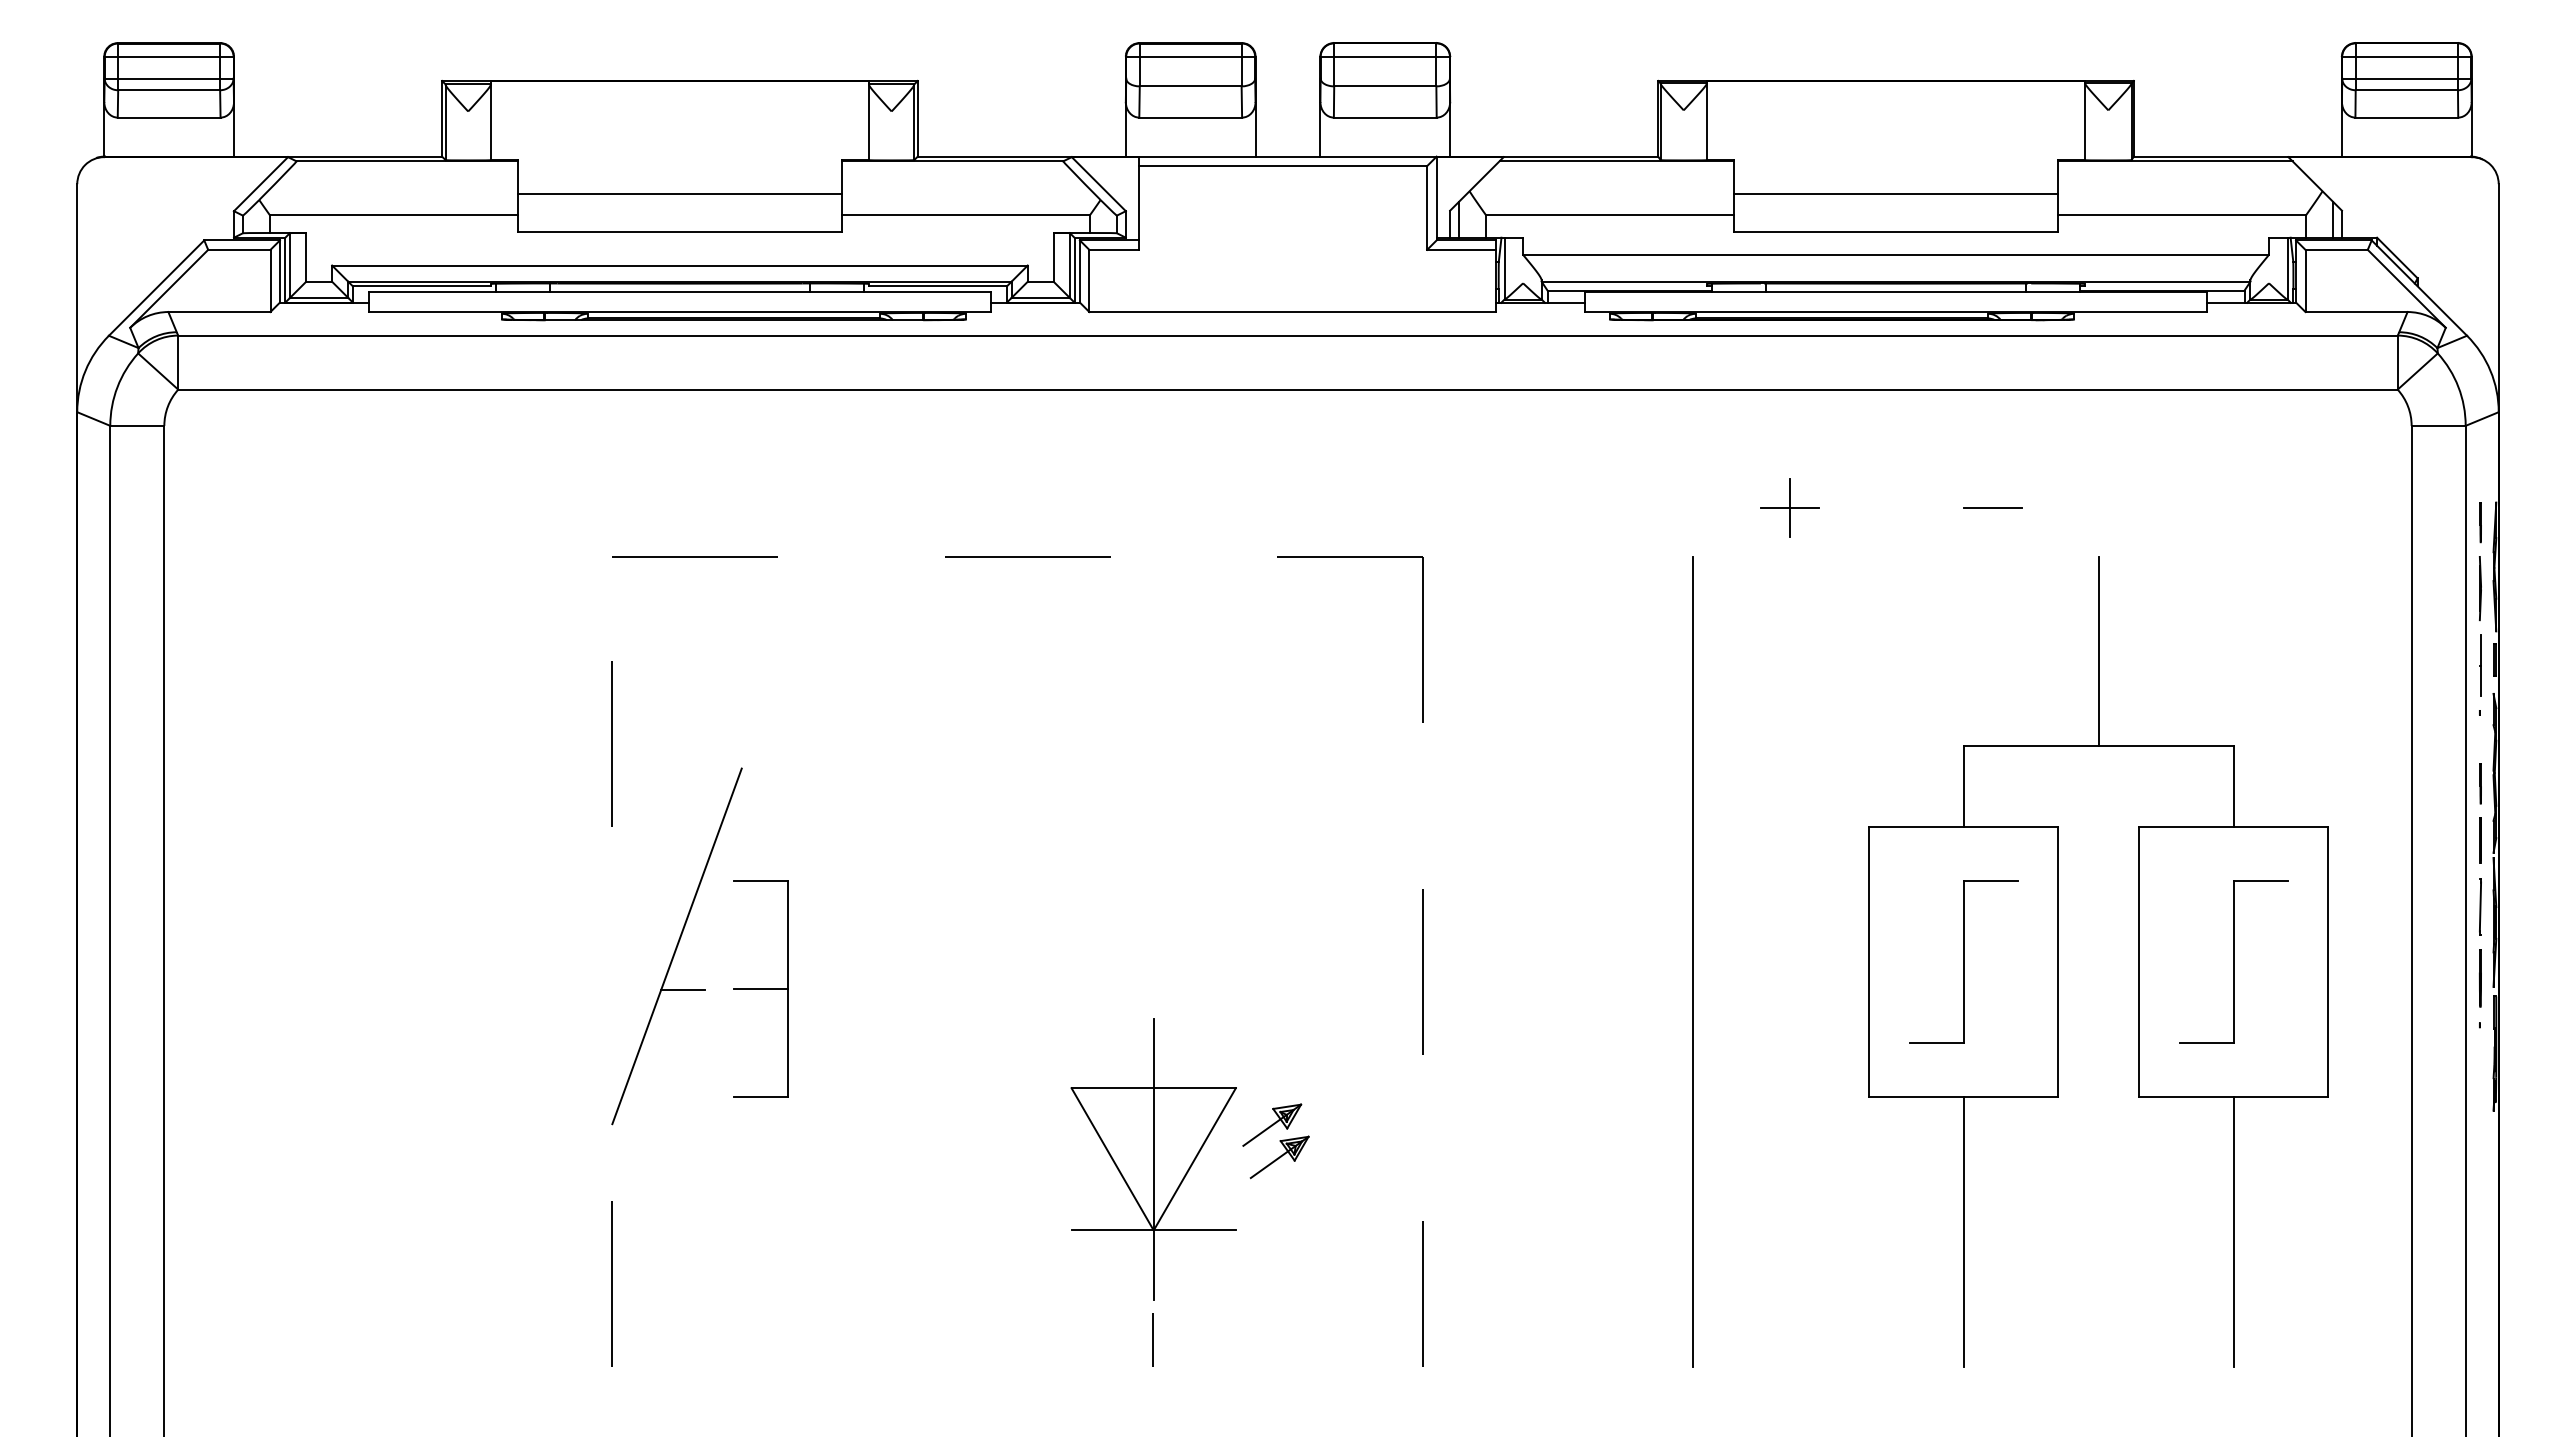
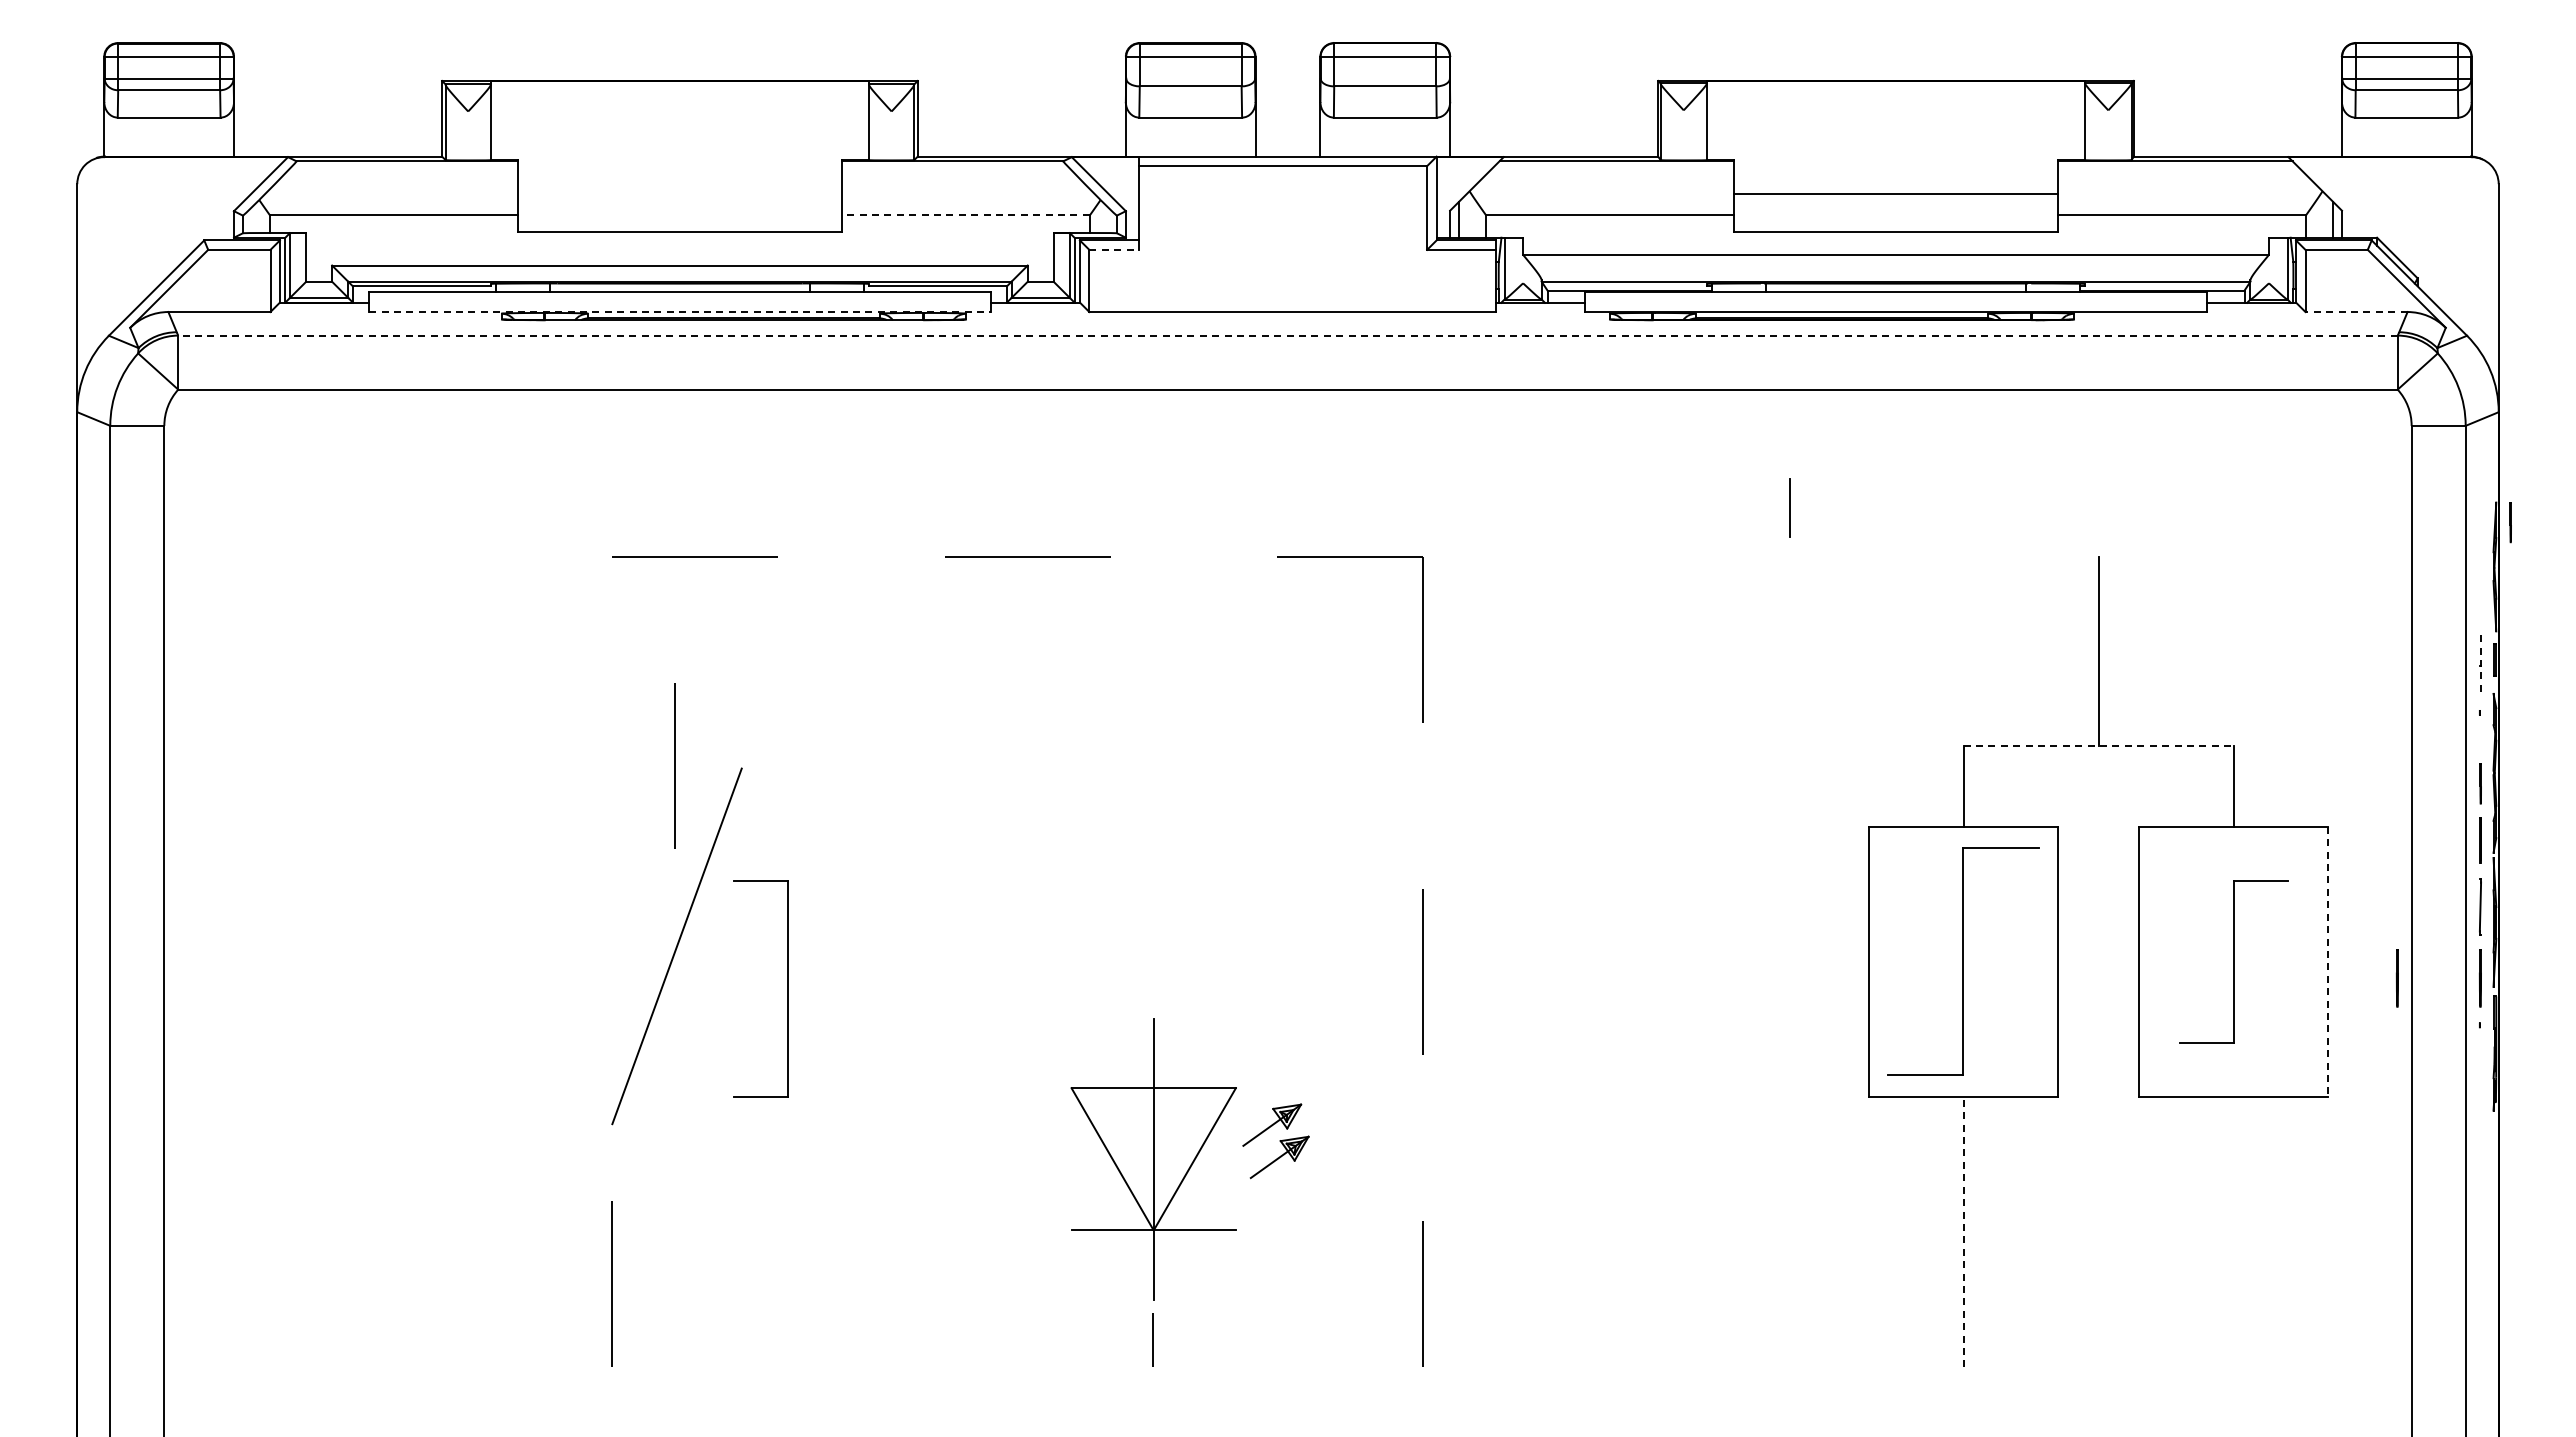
line at (679, 194): present -> none
line at (965, 215): solid -> dashed
line at (1114, 249): solid -> dashed
line at (679, 312): solid -> dashed
line at (2356, 312): solid -> dashed
line at (1288, 335): solid -> dashed
line at (1789, 508): present -> none
line at (1992, 508): present -> none
line at (2480, 522) position: (2480, 522) -> (2510, 522)
line at (2480, 588): present -> none
line at (2481, 666): solid -> dashed
line at (611, 743) position: (611, 743) -> (674, 765)
line at (2099, 745): solid -> dashed
line at (1693, 961): present -> none
part at (1963, 961) size: 110x164 px -> 153x229 px
line at (2328, 962): solid -> dashed
line at (2397, 978): none -> present
line at (682, 989): present -> none
line at (760, 989): present -> none
line at (1963, 1231): solid -> dashed
line at (2233, 1232): present -> none
